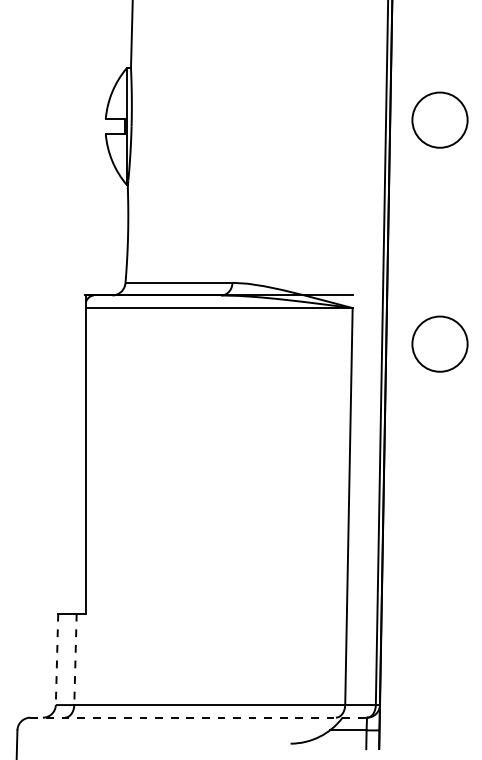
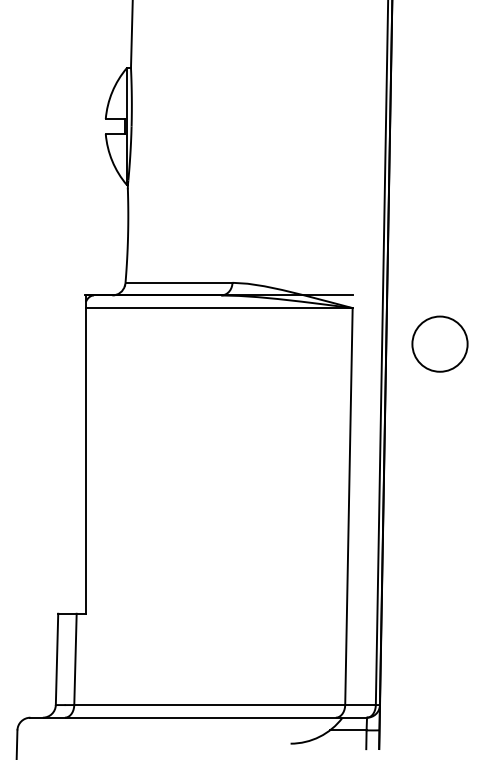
circle at (439, 119): present -> none
line at (57, 659): dashed -> solid
line at (75, 659): dashed -> solid
line at (199, 717): dashed -> solid
